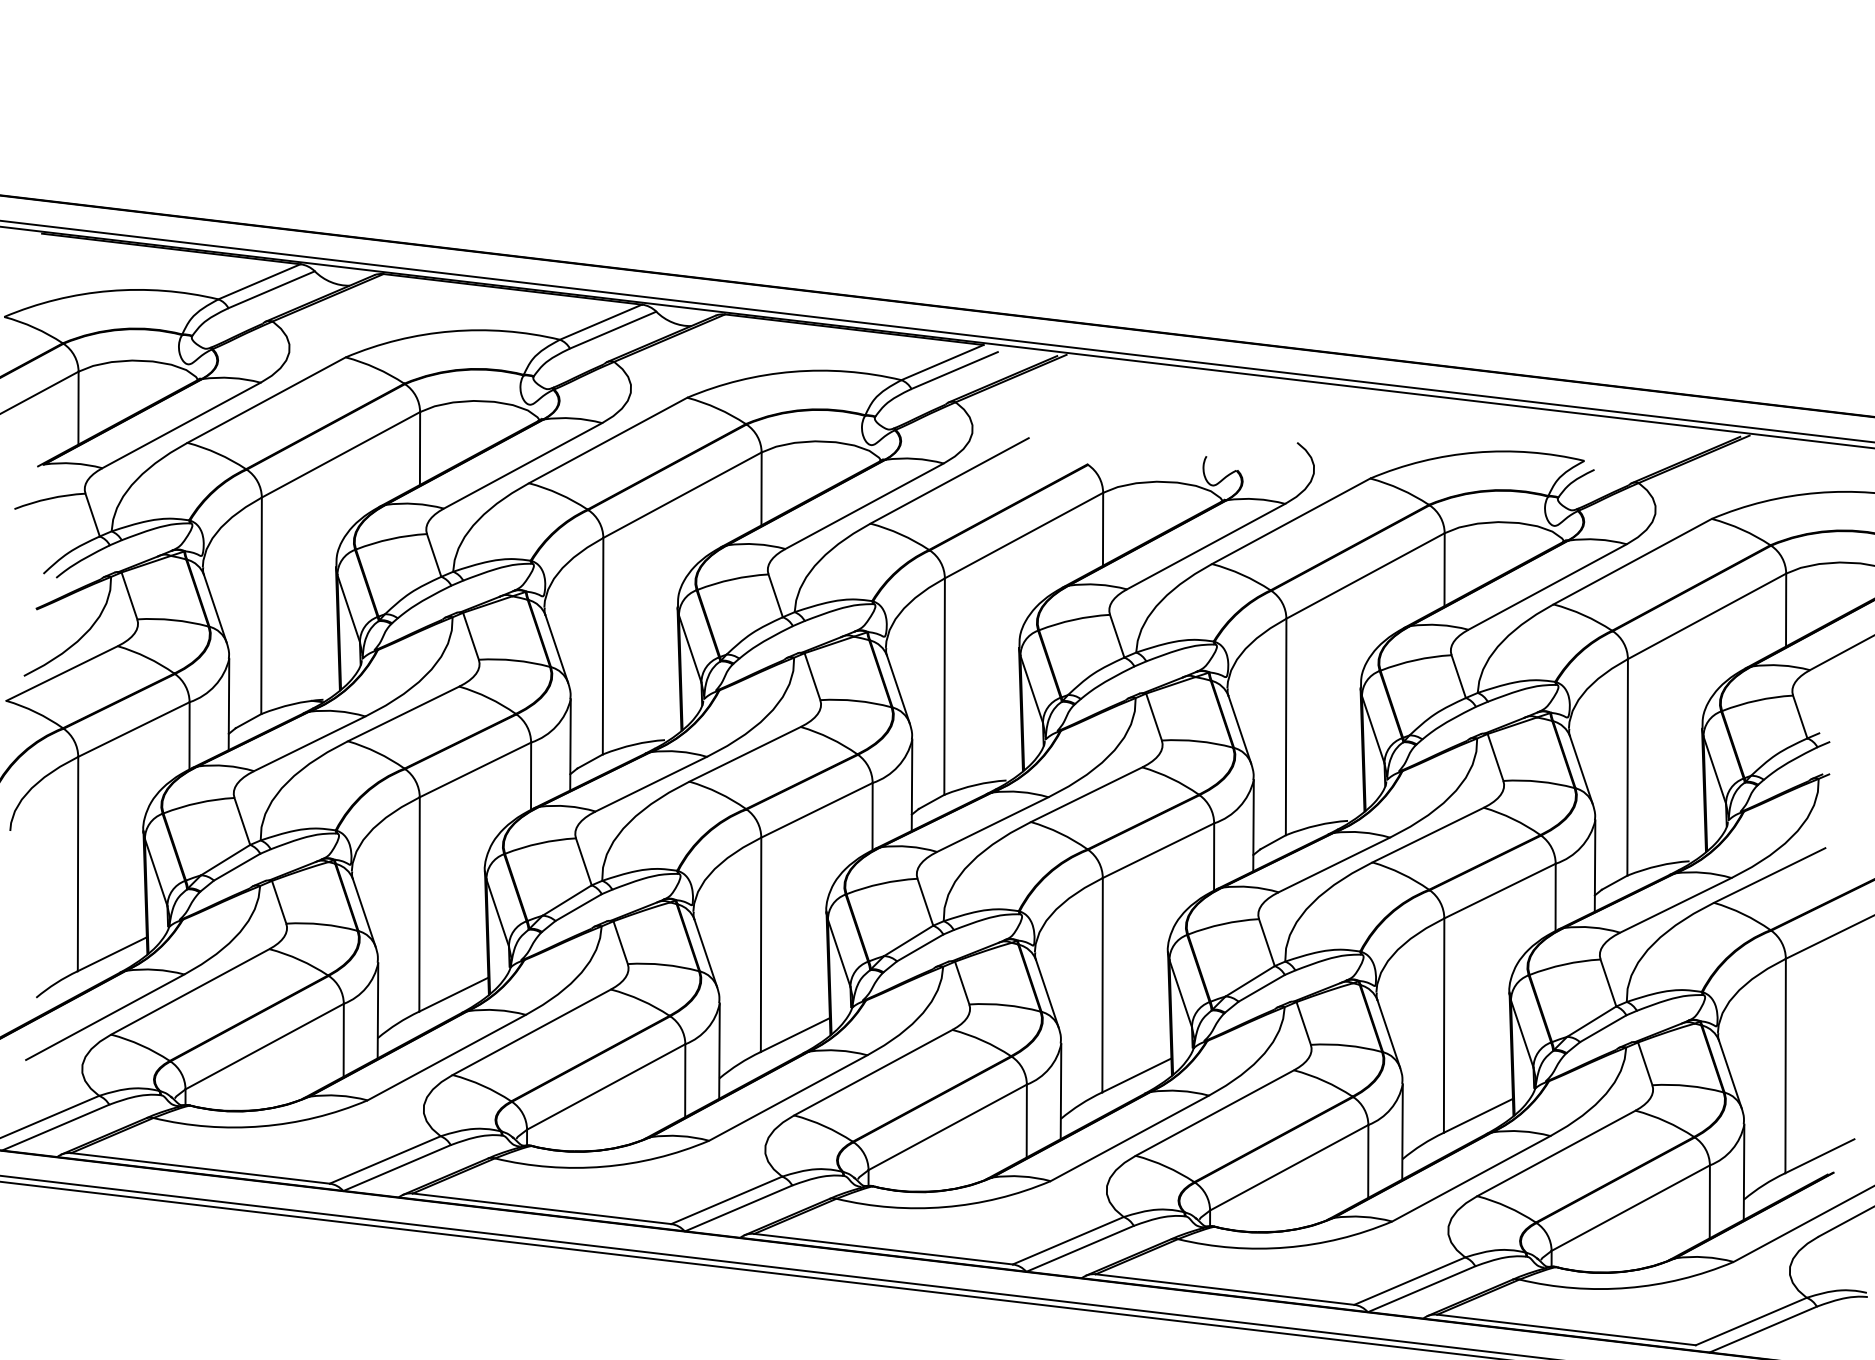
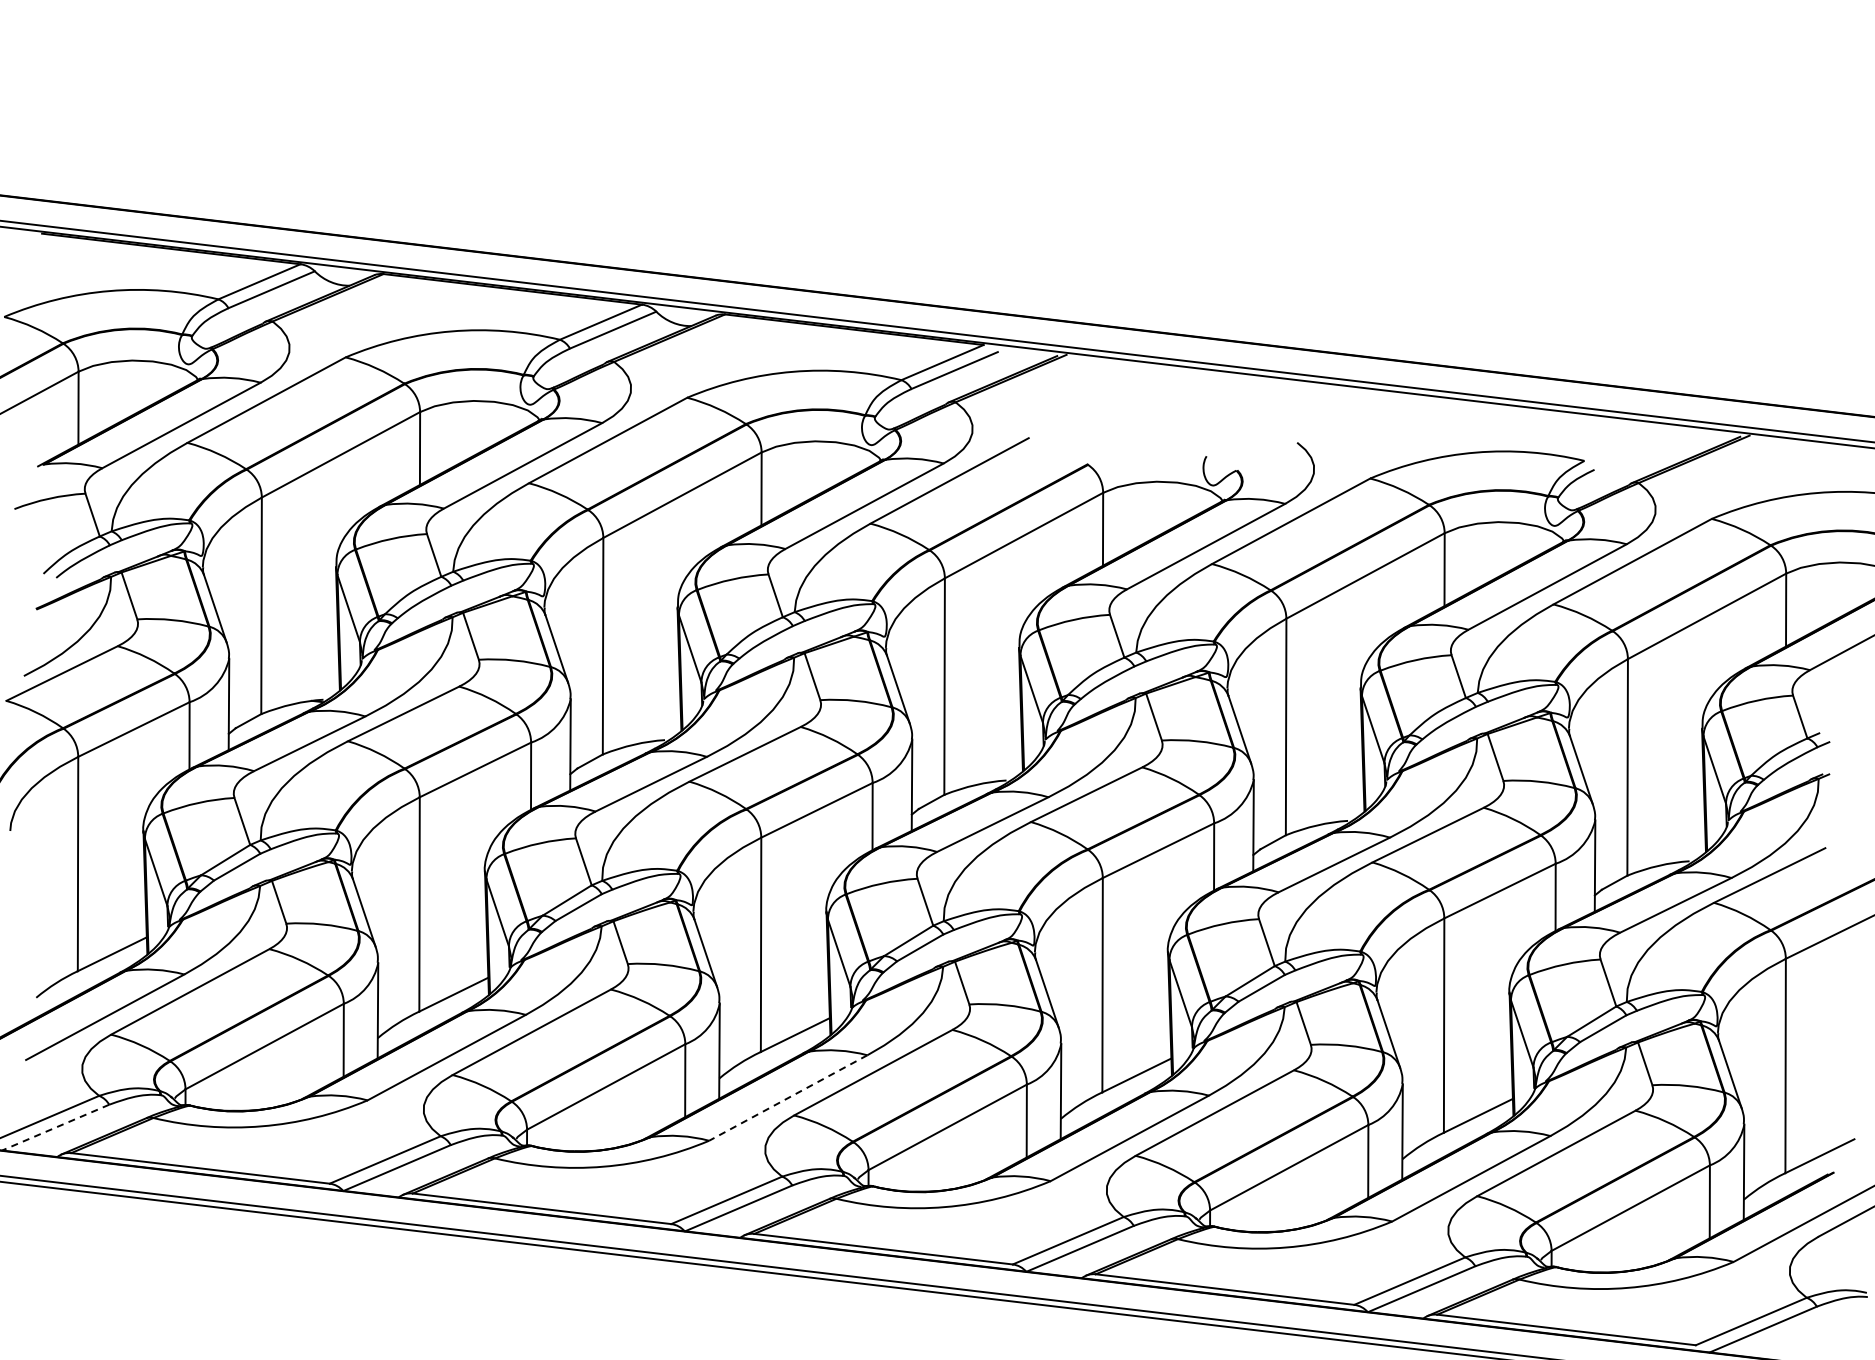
line at (788, 1098): solid -> dashed
line at (55, 1127): solid -> dashed
